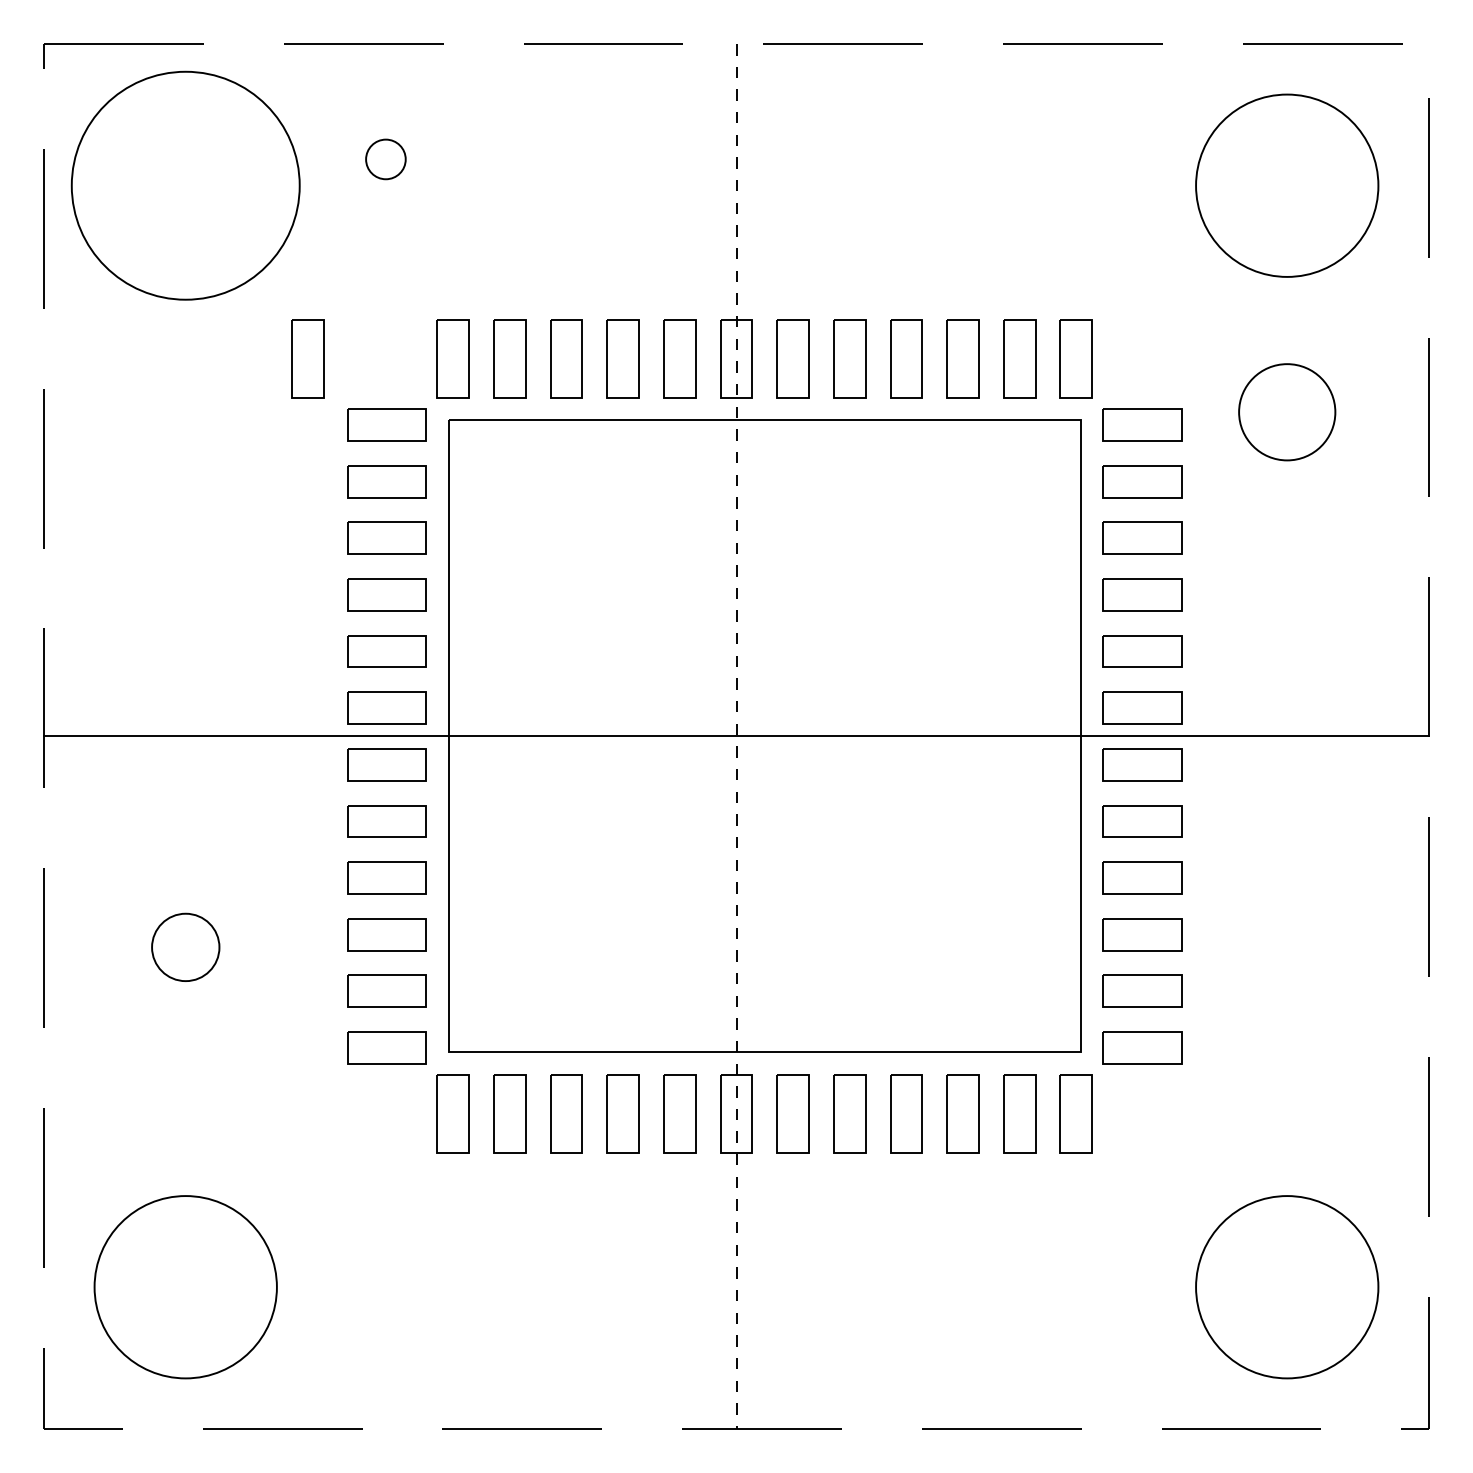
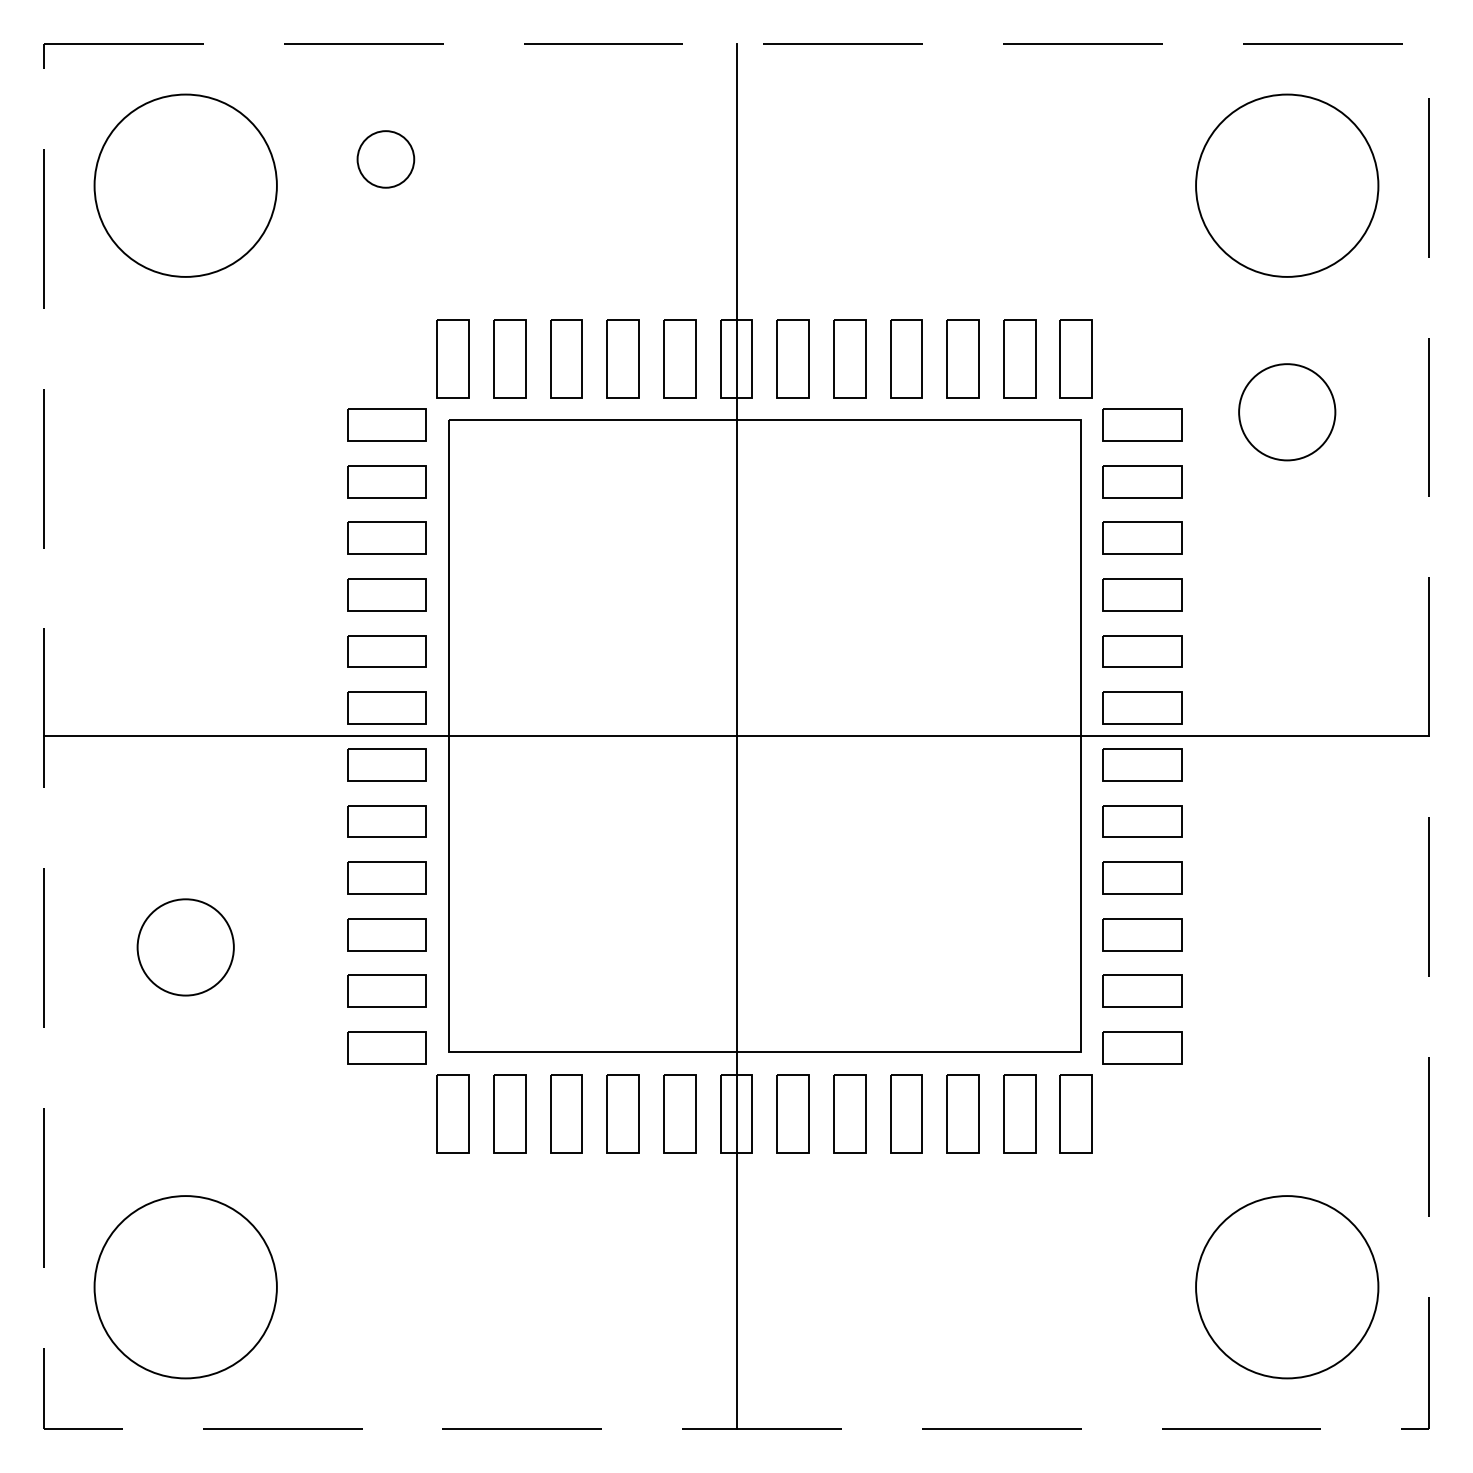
circle at (385, 159) diameter: 40 px -> 57 px
circle at (185, 185) diameter: 228 px -> 182 px
part at (307, 358): present -> none
line at (736, 736): dashed -> solid
circle at (185, 947) diameter: 67 px -> 96 px
